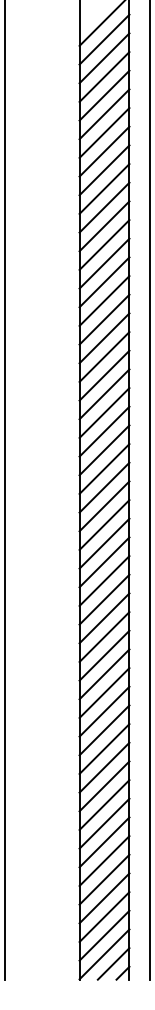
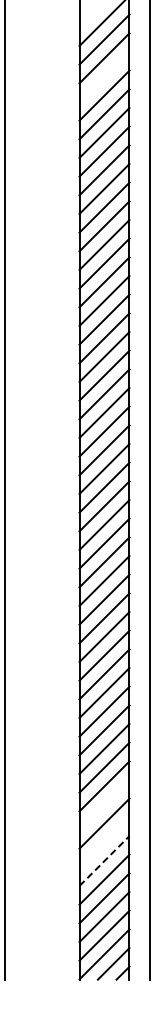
line at (104, 76): present -> none
line at (104, 804): present -> none
line at (104, 842): present -> none
line at (104, 860): solid -> dashed
